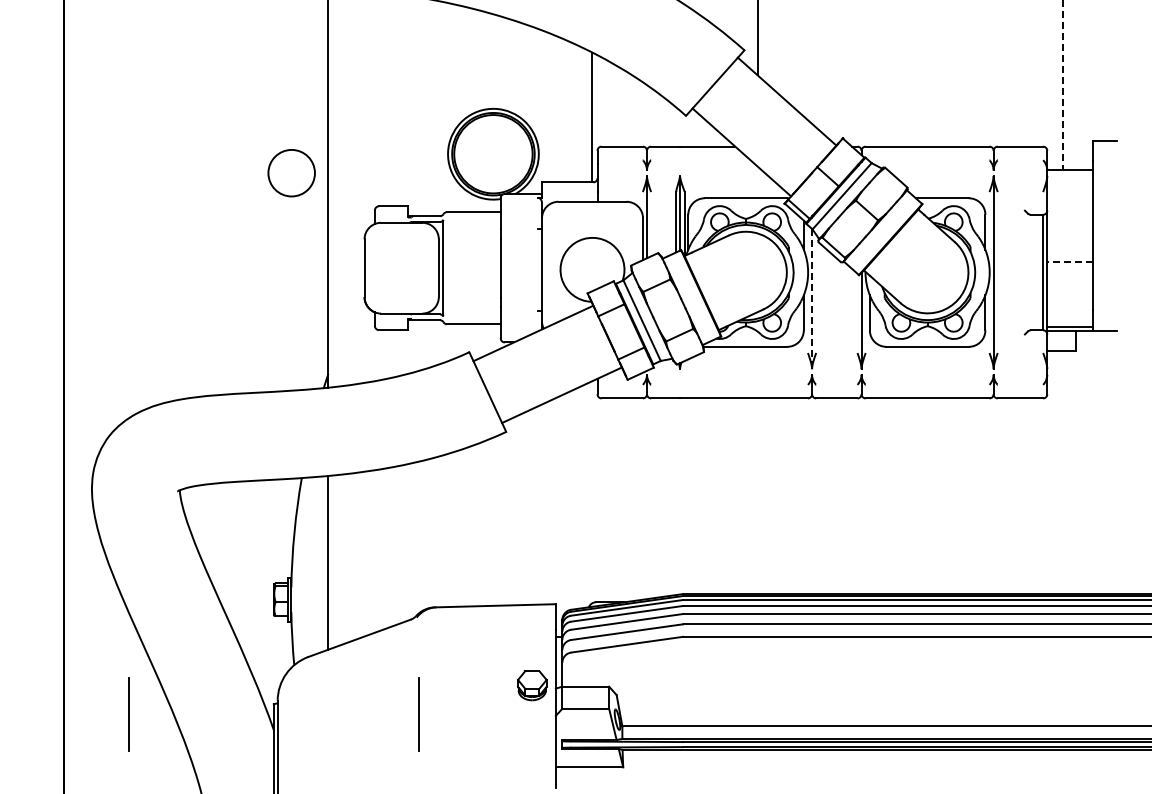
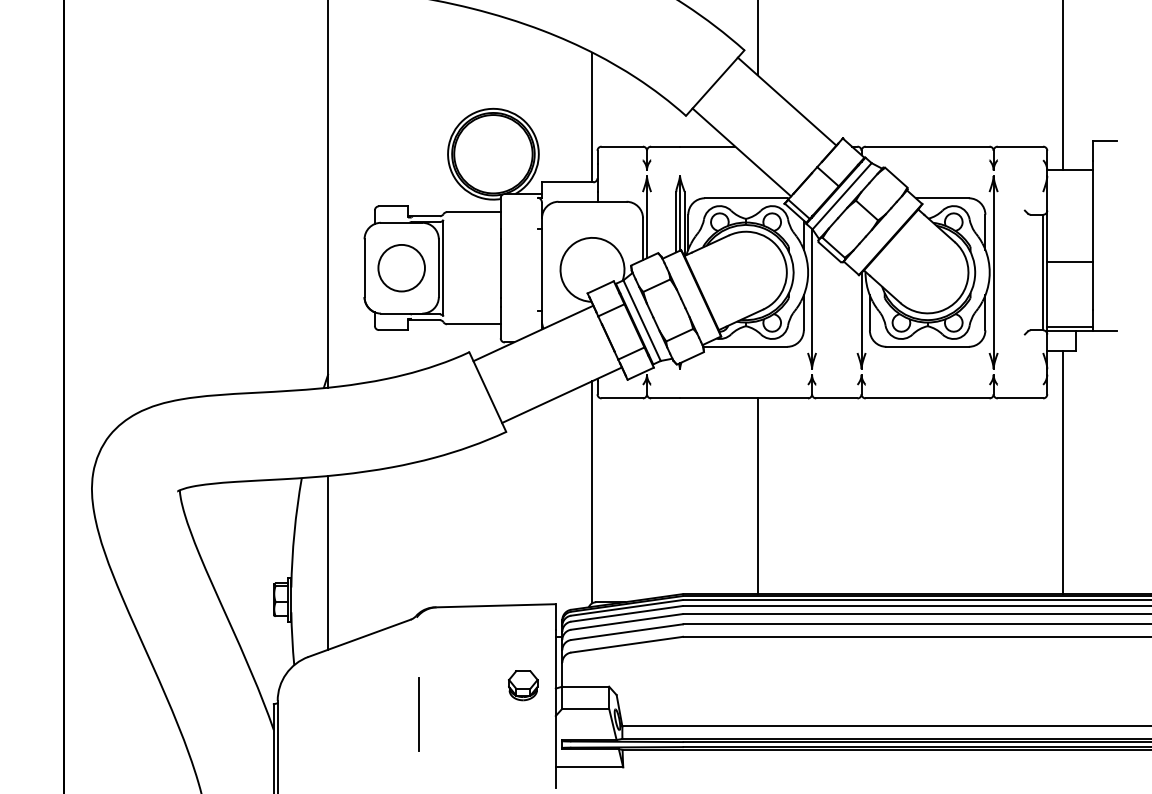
line at (1062, 85): dashed -> solid
circle at (291, 173) position: (291, 173) -> (401, 268)
line at (1069, 261): dashed -> solid
line at (812, 299): dashed -> solid
line at (1062, 472): none -> present
line at (592, 492): none -> present
line at (757, 496): none -> present
part at (532, 685) position: (532, 685) -> (523, 685)
line at (128, 714): present -> none
